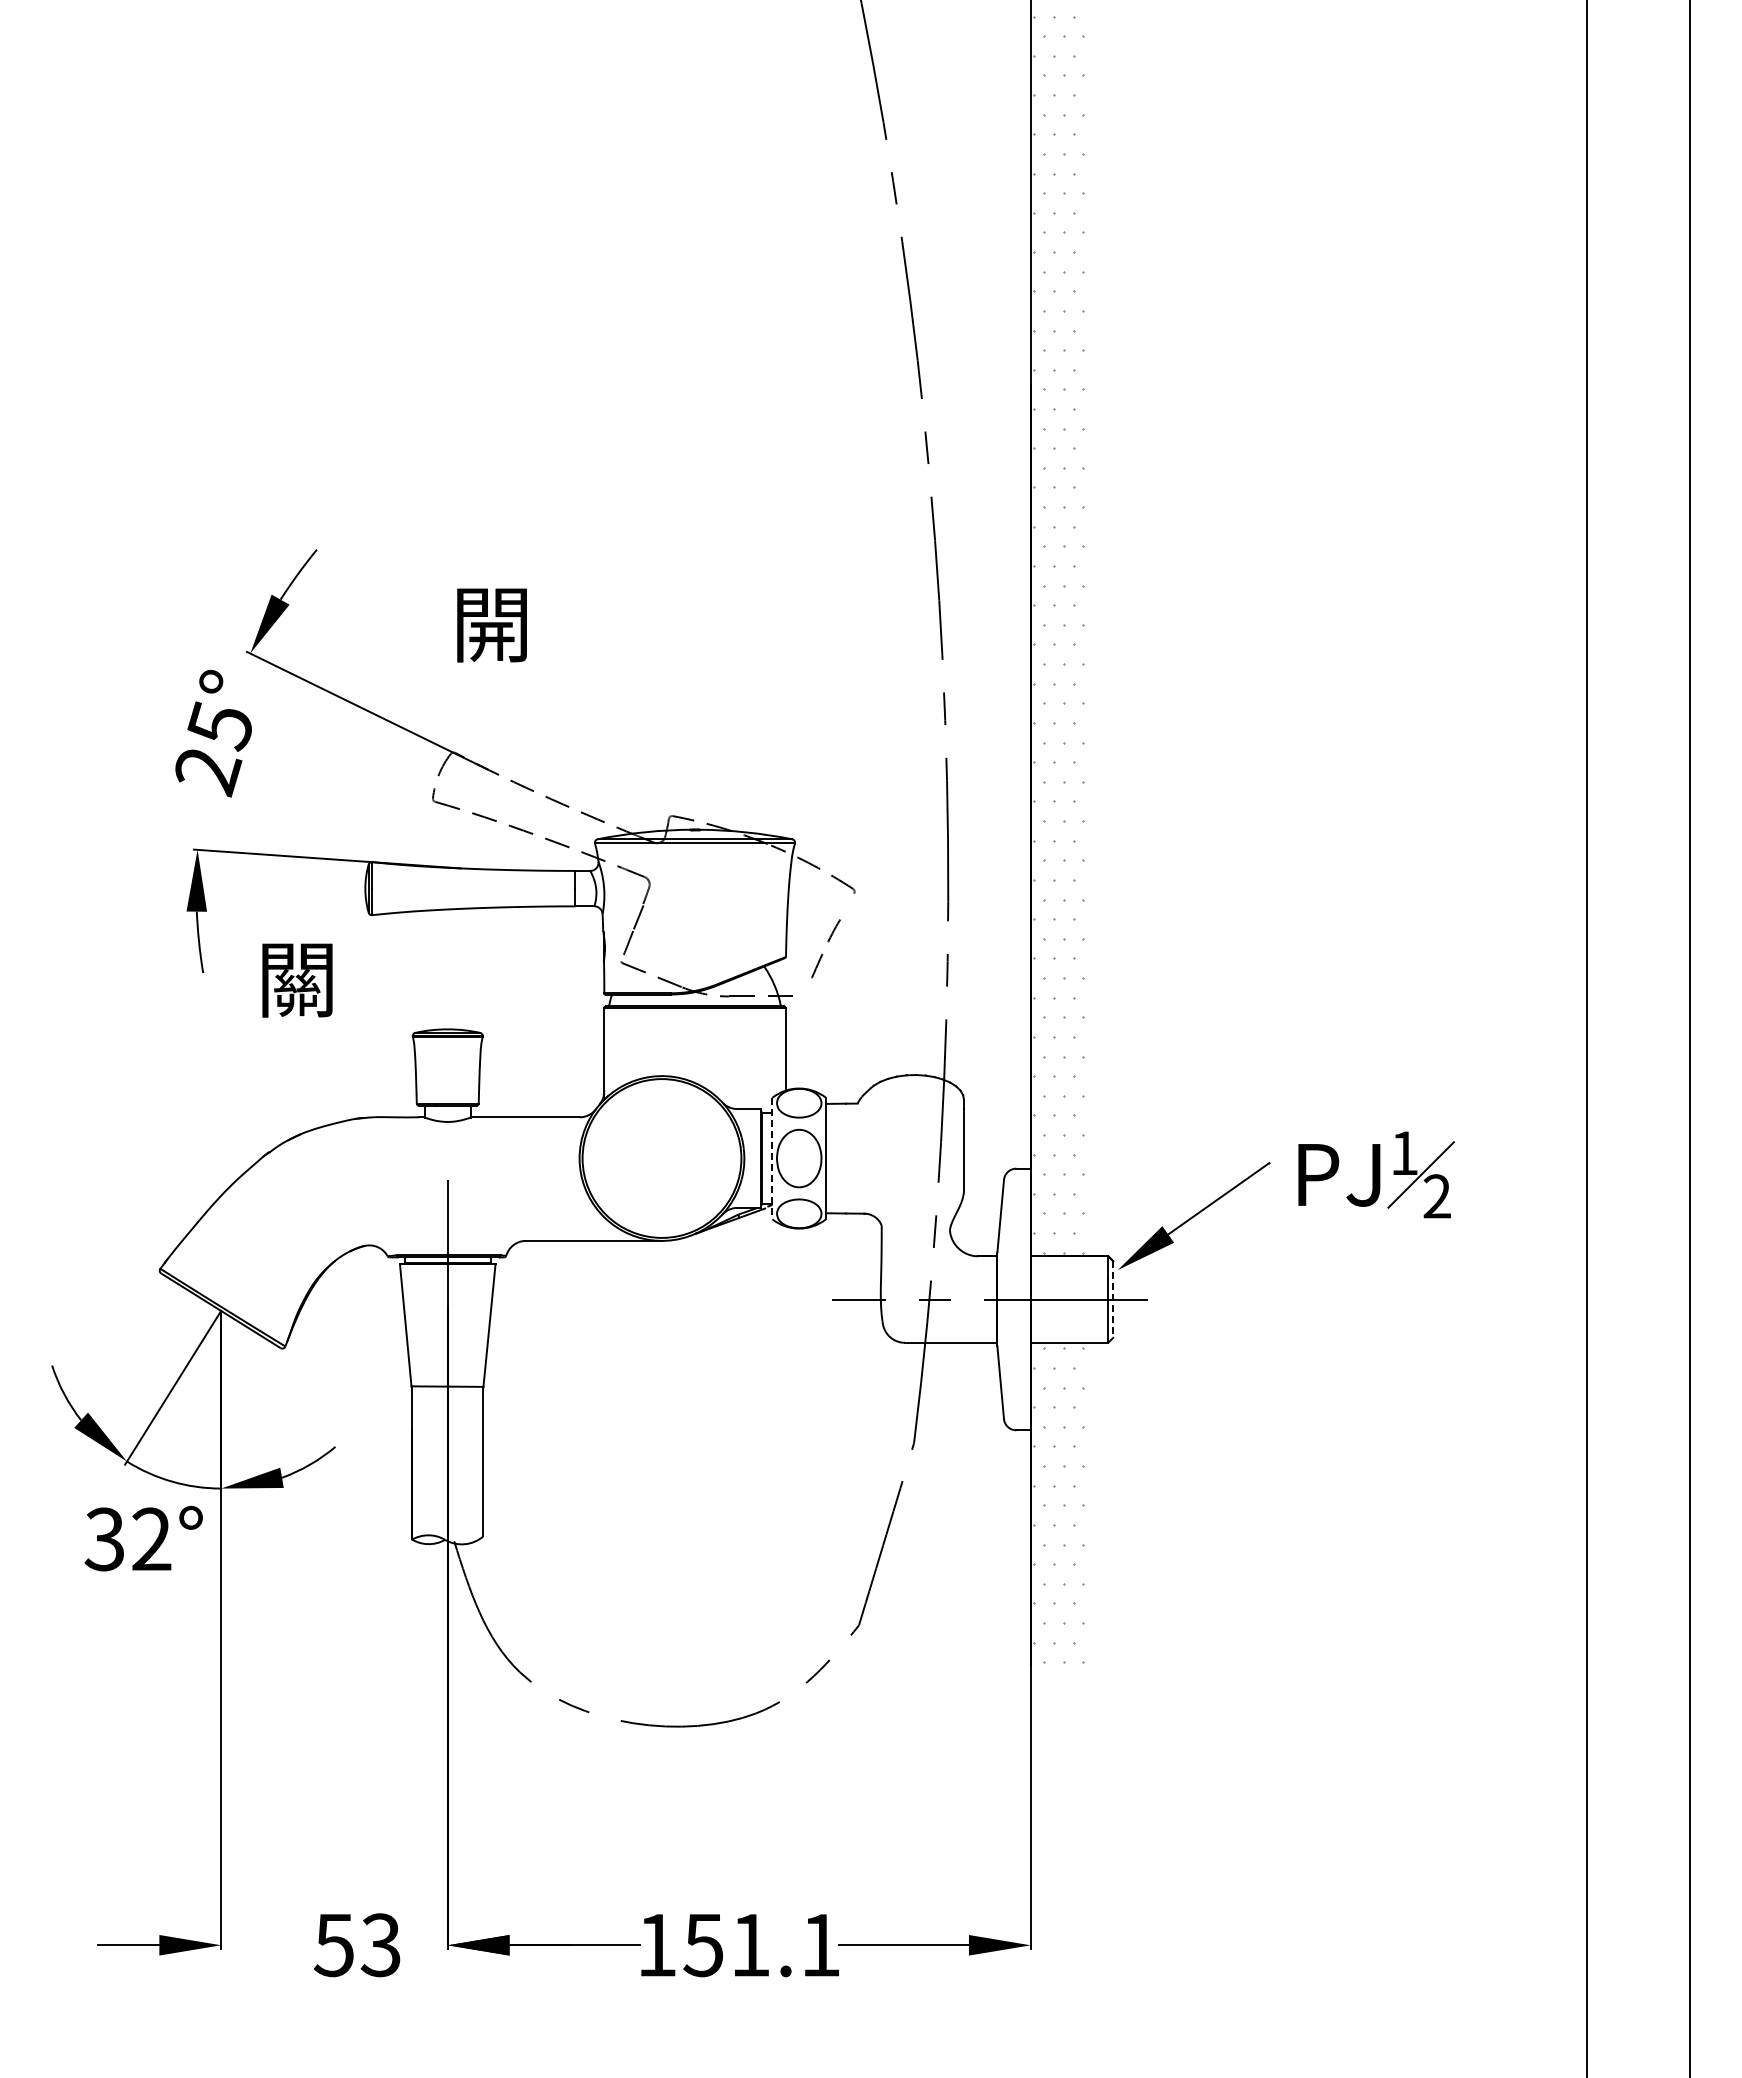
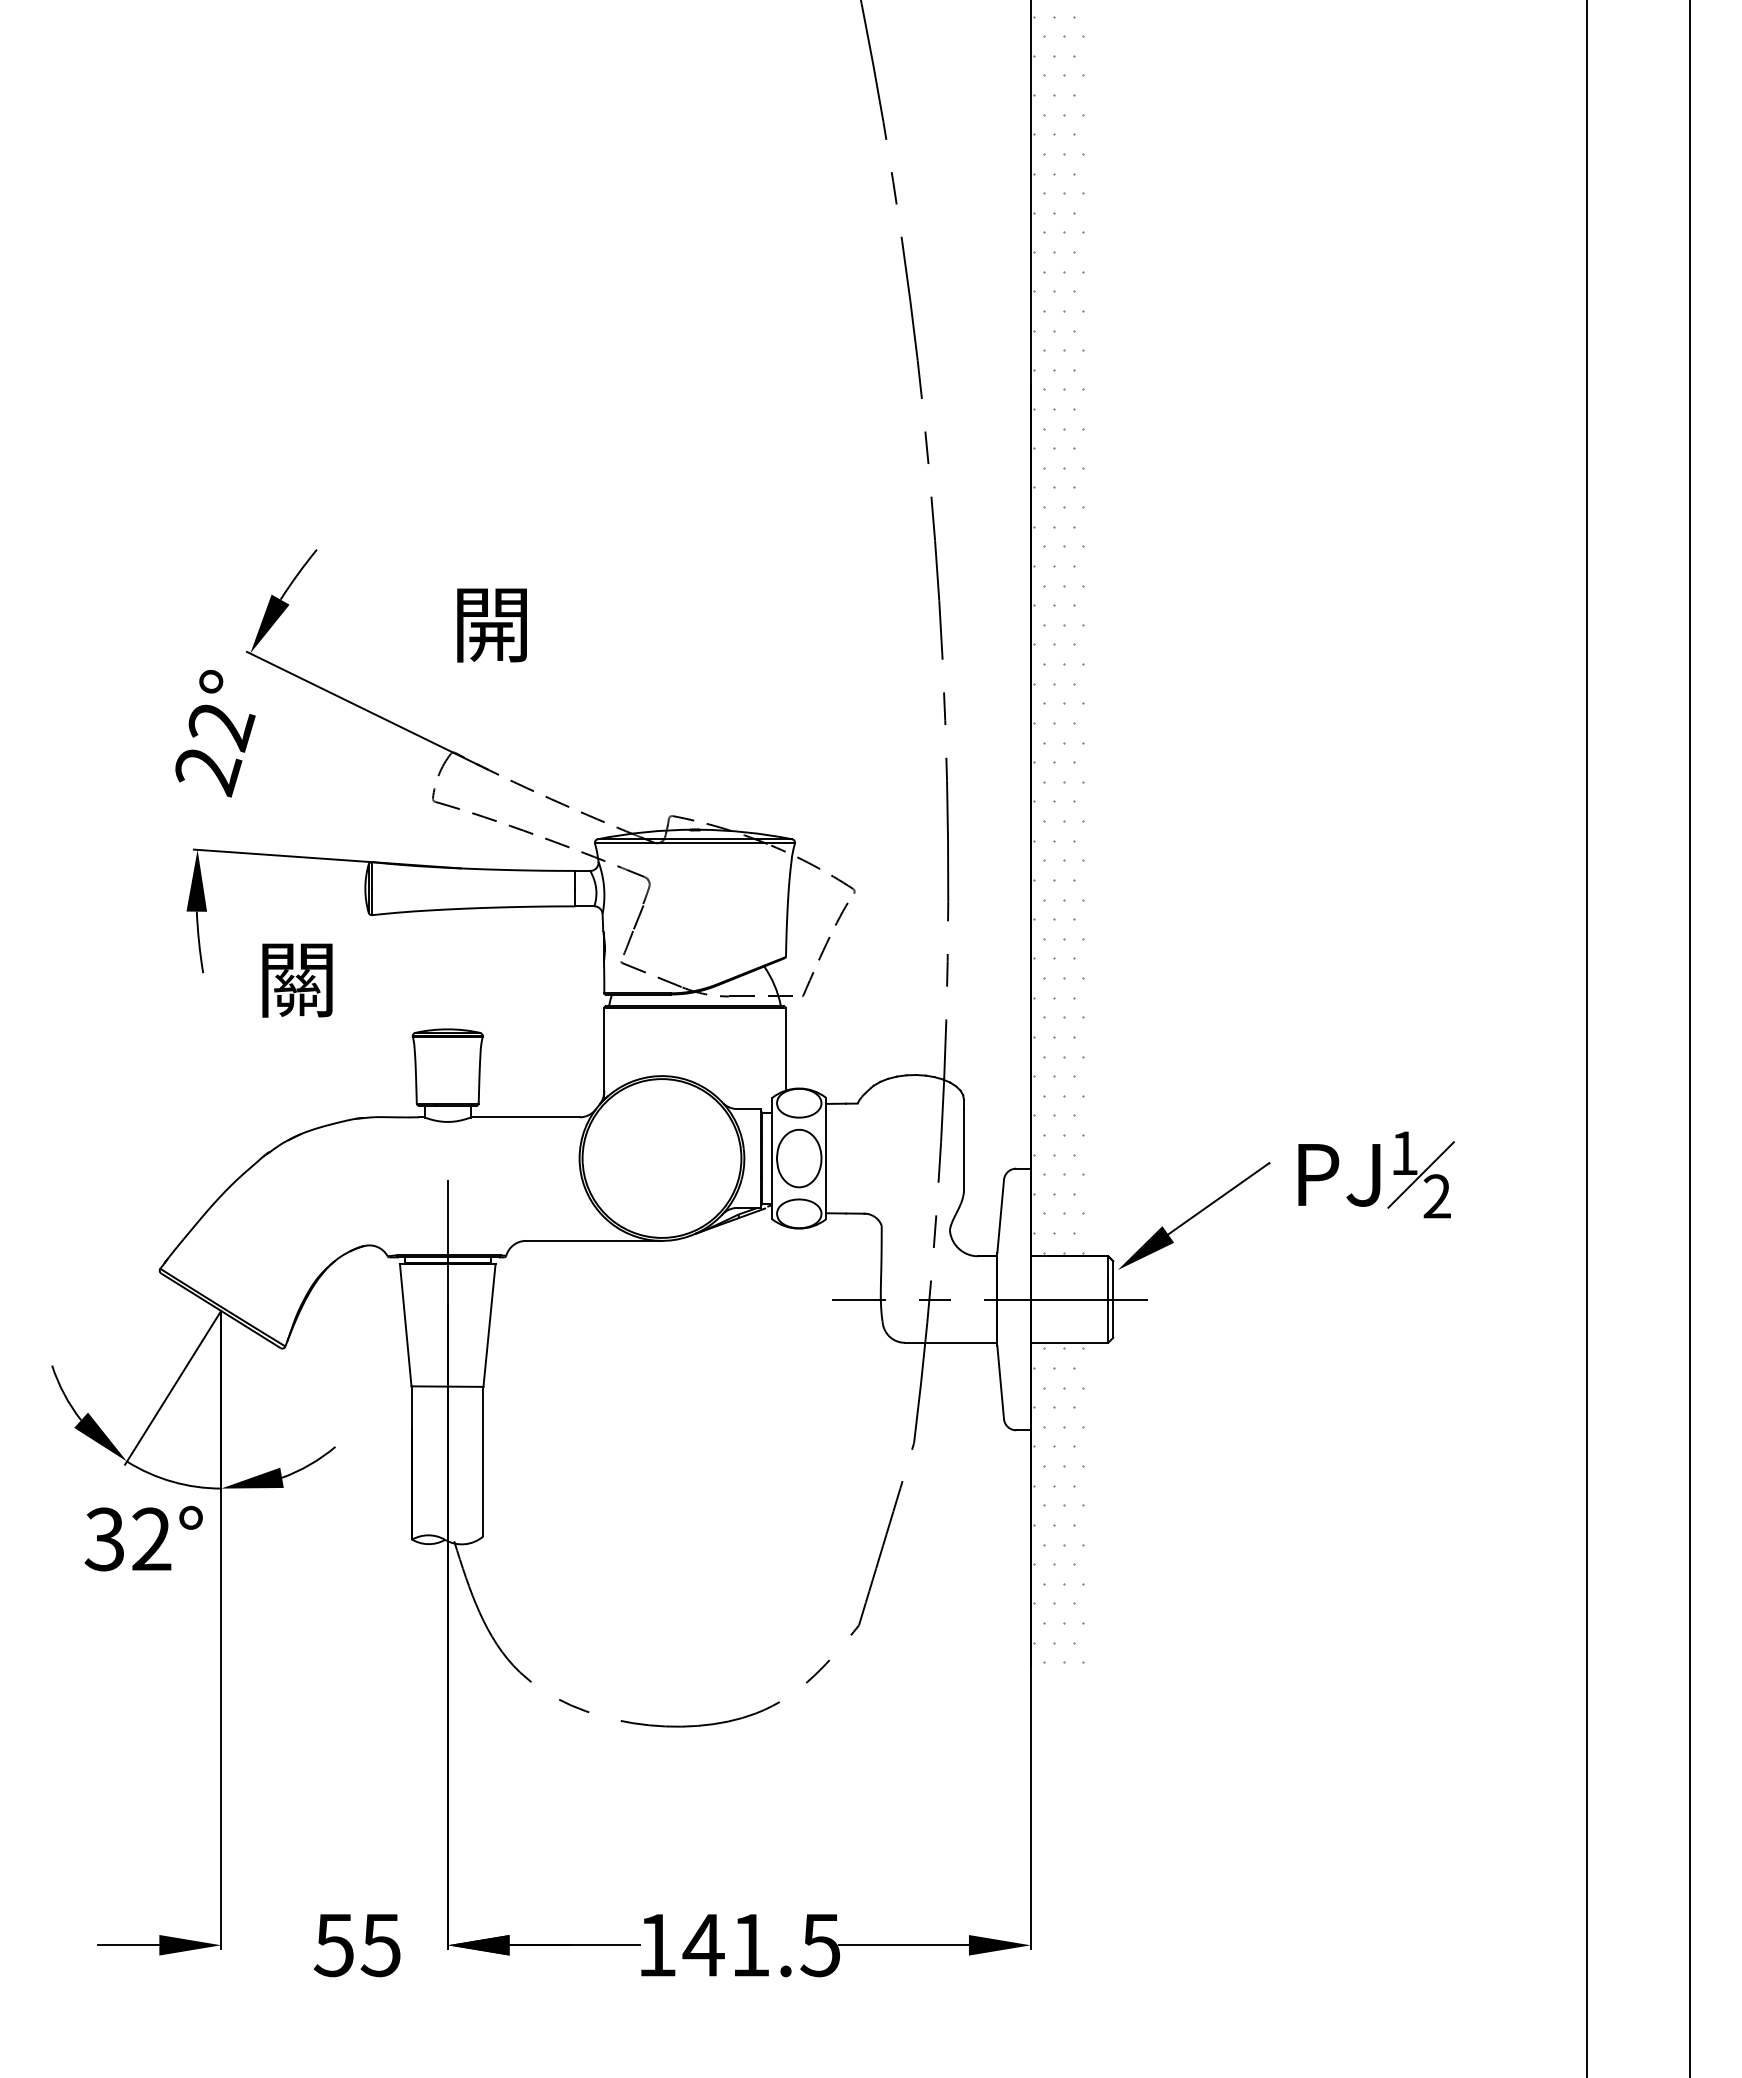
text at (221, 726): 25° -> 22°
part at (825, 948) size: 30x60 px -> 47x96 px
line at (772, 1158): dashed -> solid
line at (1113, 1300): dashed -> solid
text at (380, 1944): 53 -> 55
text at (760, 1945): 151.1 -> 141.5
